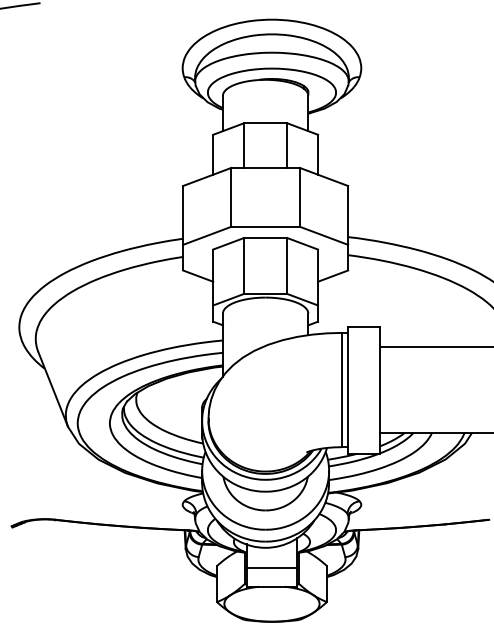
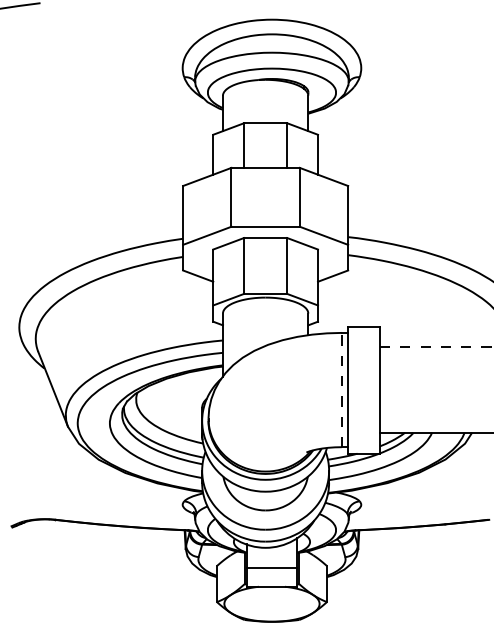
line at (436, 347): solid -> dashed
line at (341, 389): solid -> dashed
